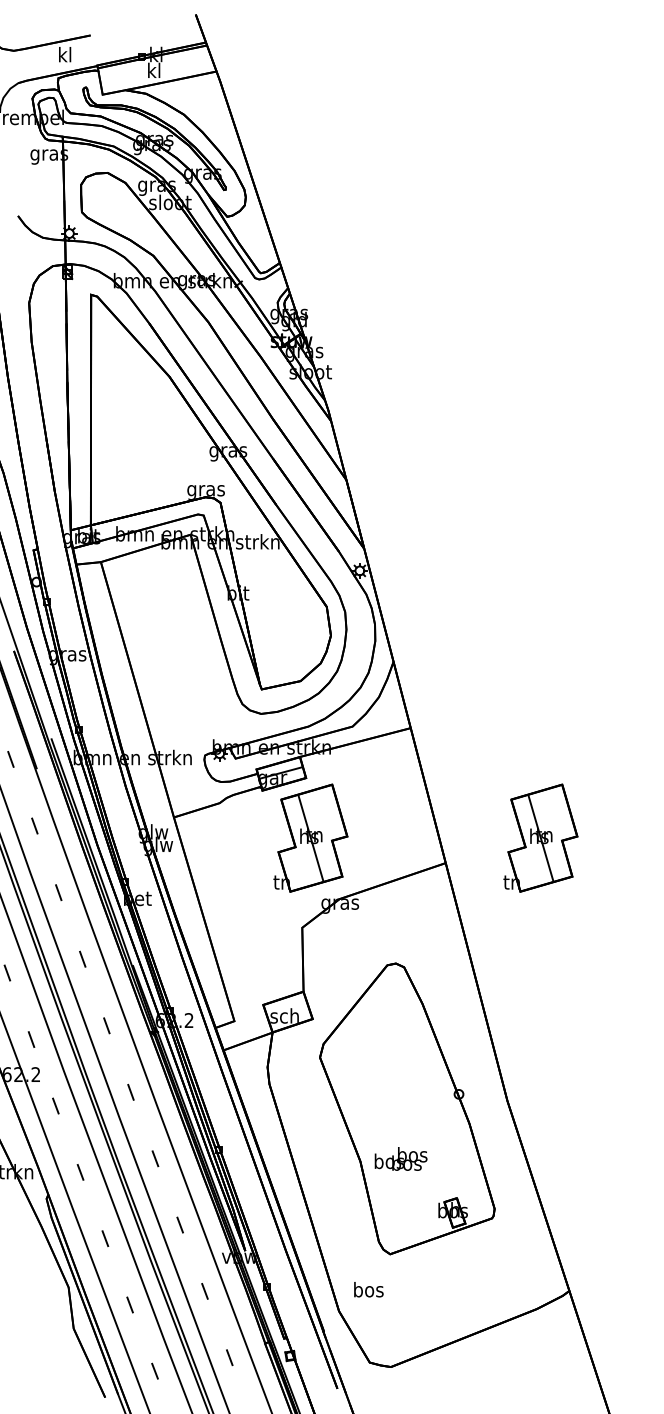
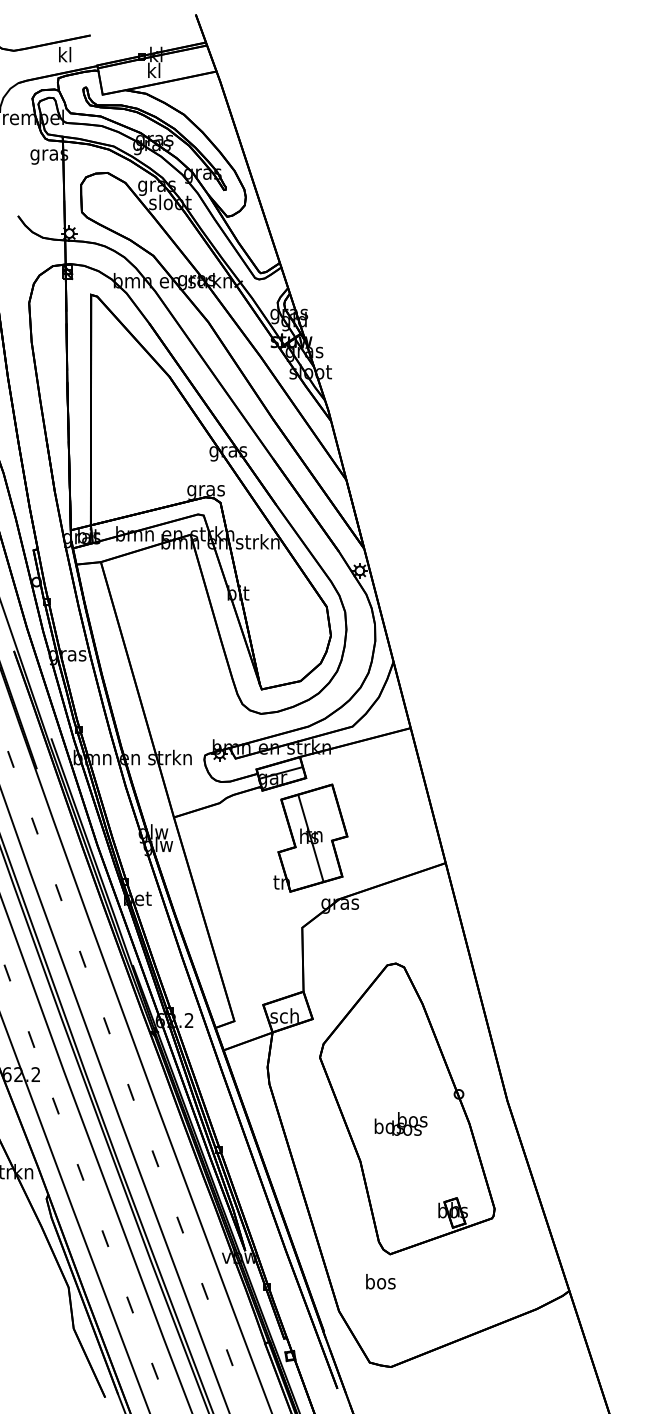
part at (540, 837): present -> none
text at (400, 1158) position: (400, 1158) -> (400, 1123)
text at (368, 1289) position: (368, 1289) -> (380, 1281)
